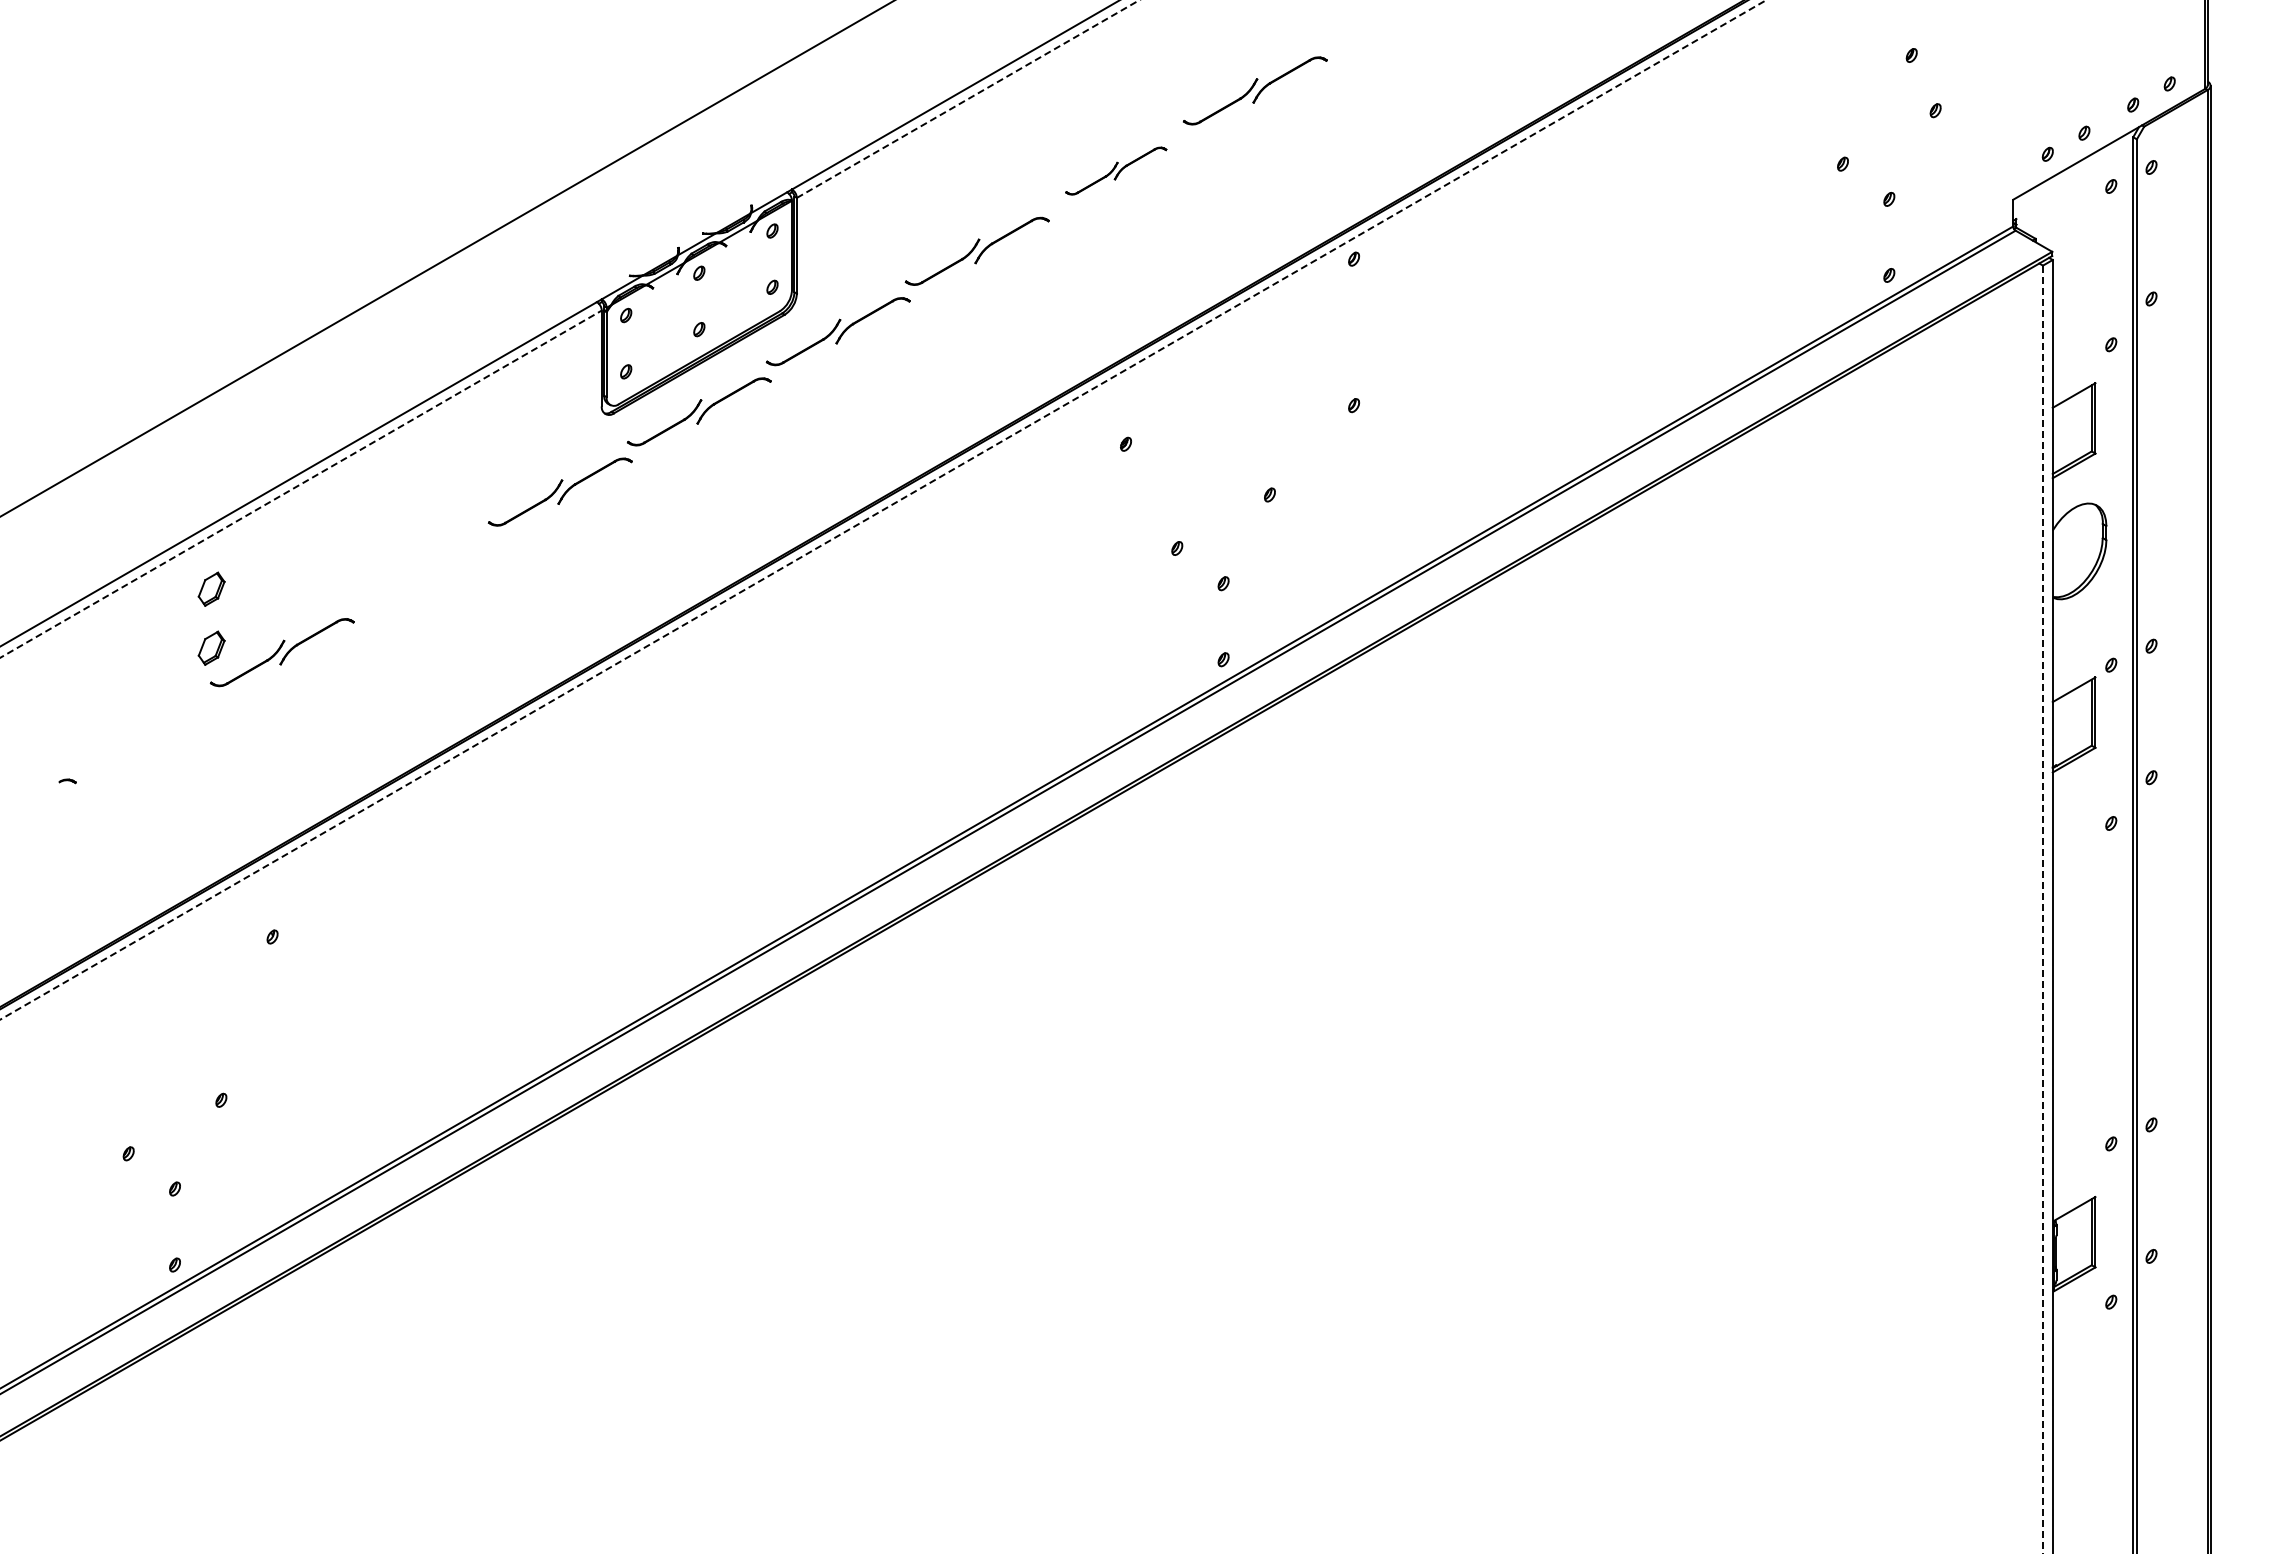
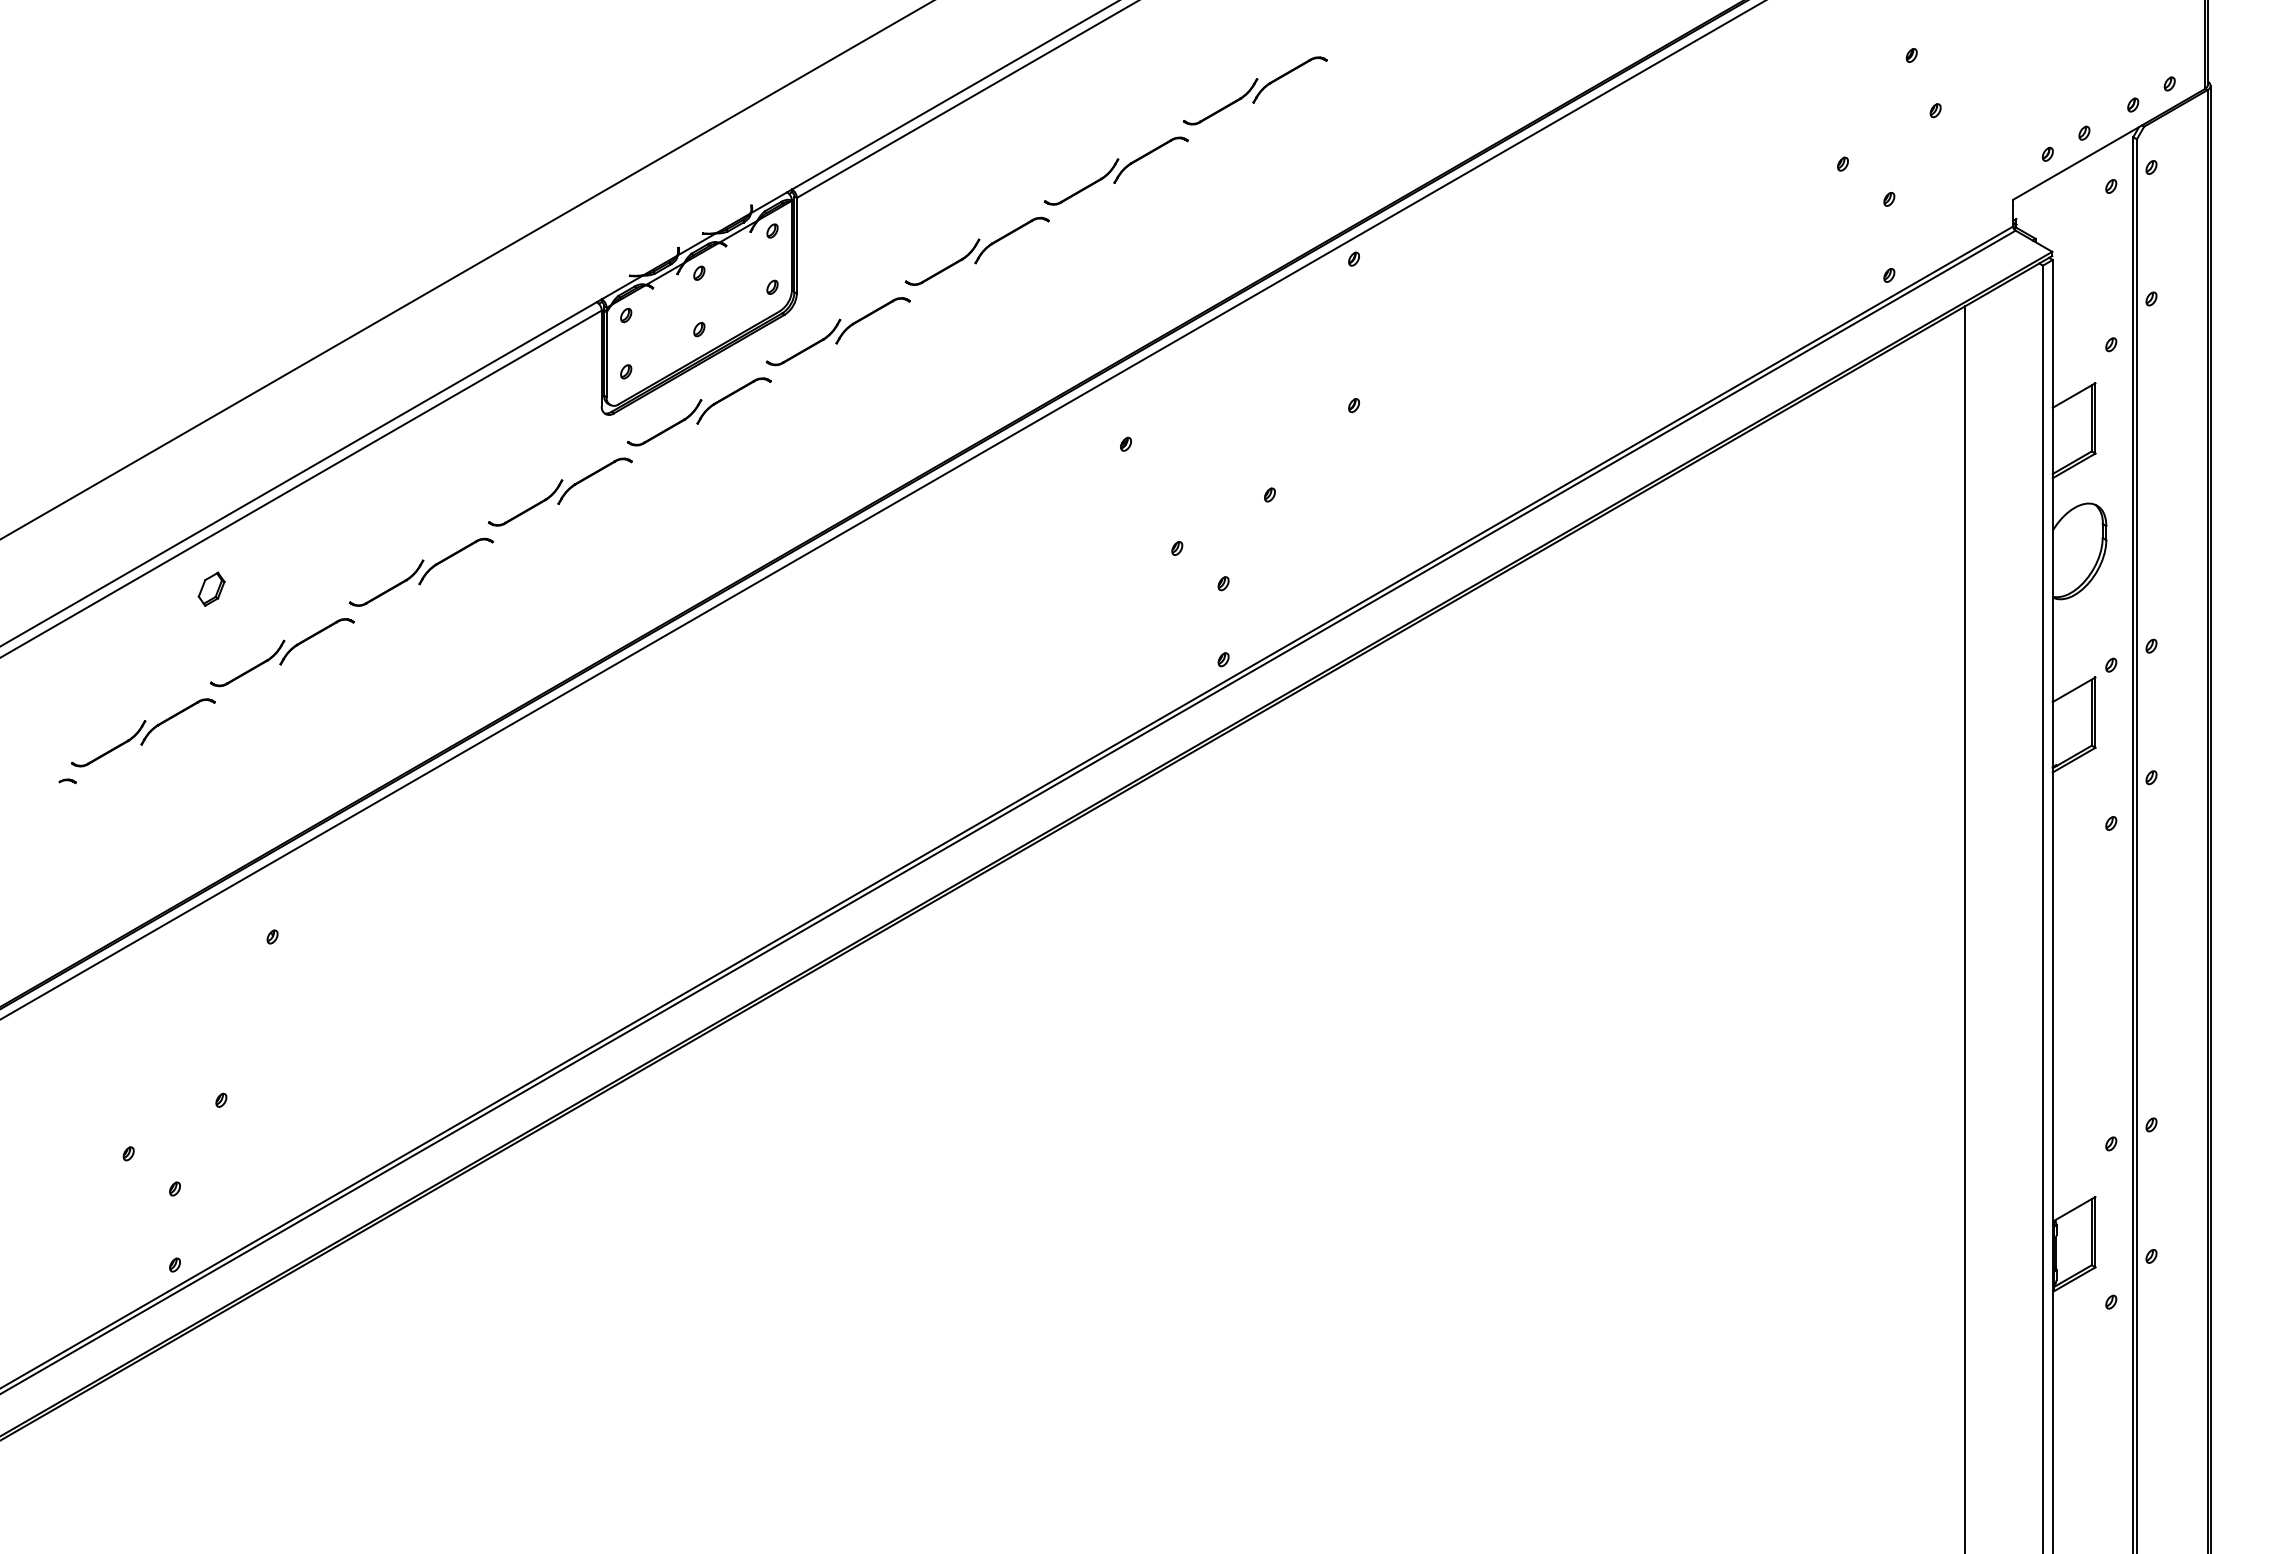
line at (968, 98): dashed -> solid
part at (1116, 170) size: 103x50 px -> 146x70 px
line at (446, 258) position: (446, 258) -> (466, 270)
line at (301, 483): dashed -> solid
line at (882, 510): dashed -> solid
part at (420, 571): none -> present
part at (211, 647): present -> none
part at (142, 732): none -> present
line at (2042, 909): dashed -> solid
line at (1964, 928): none -> present
